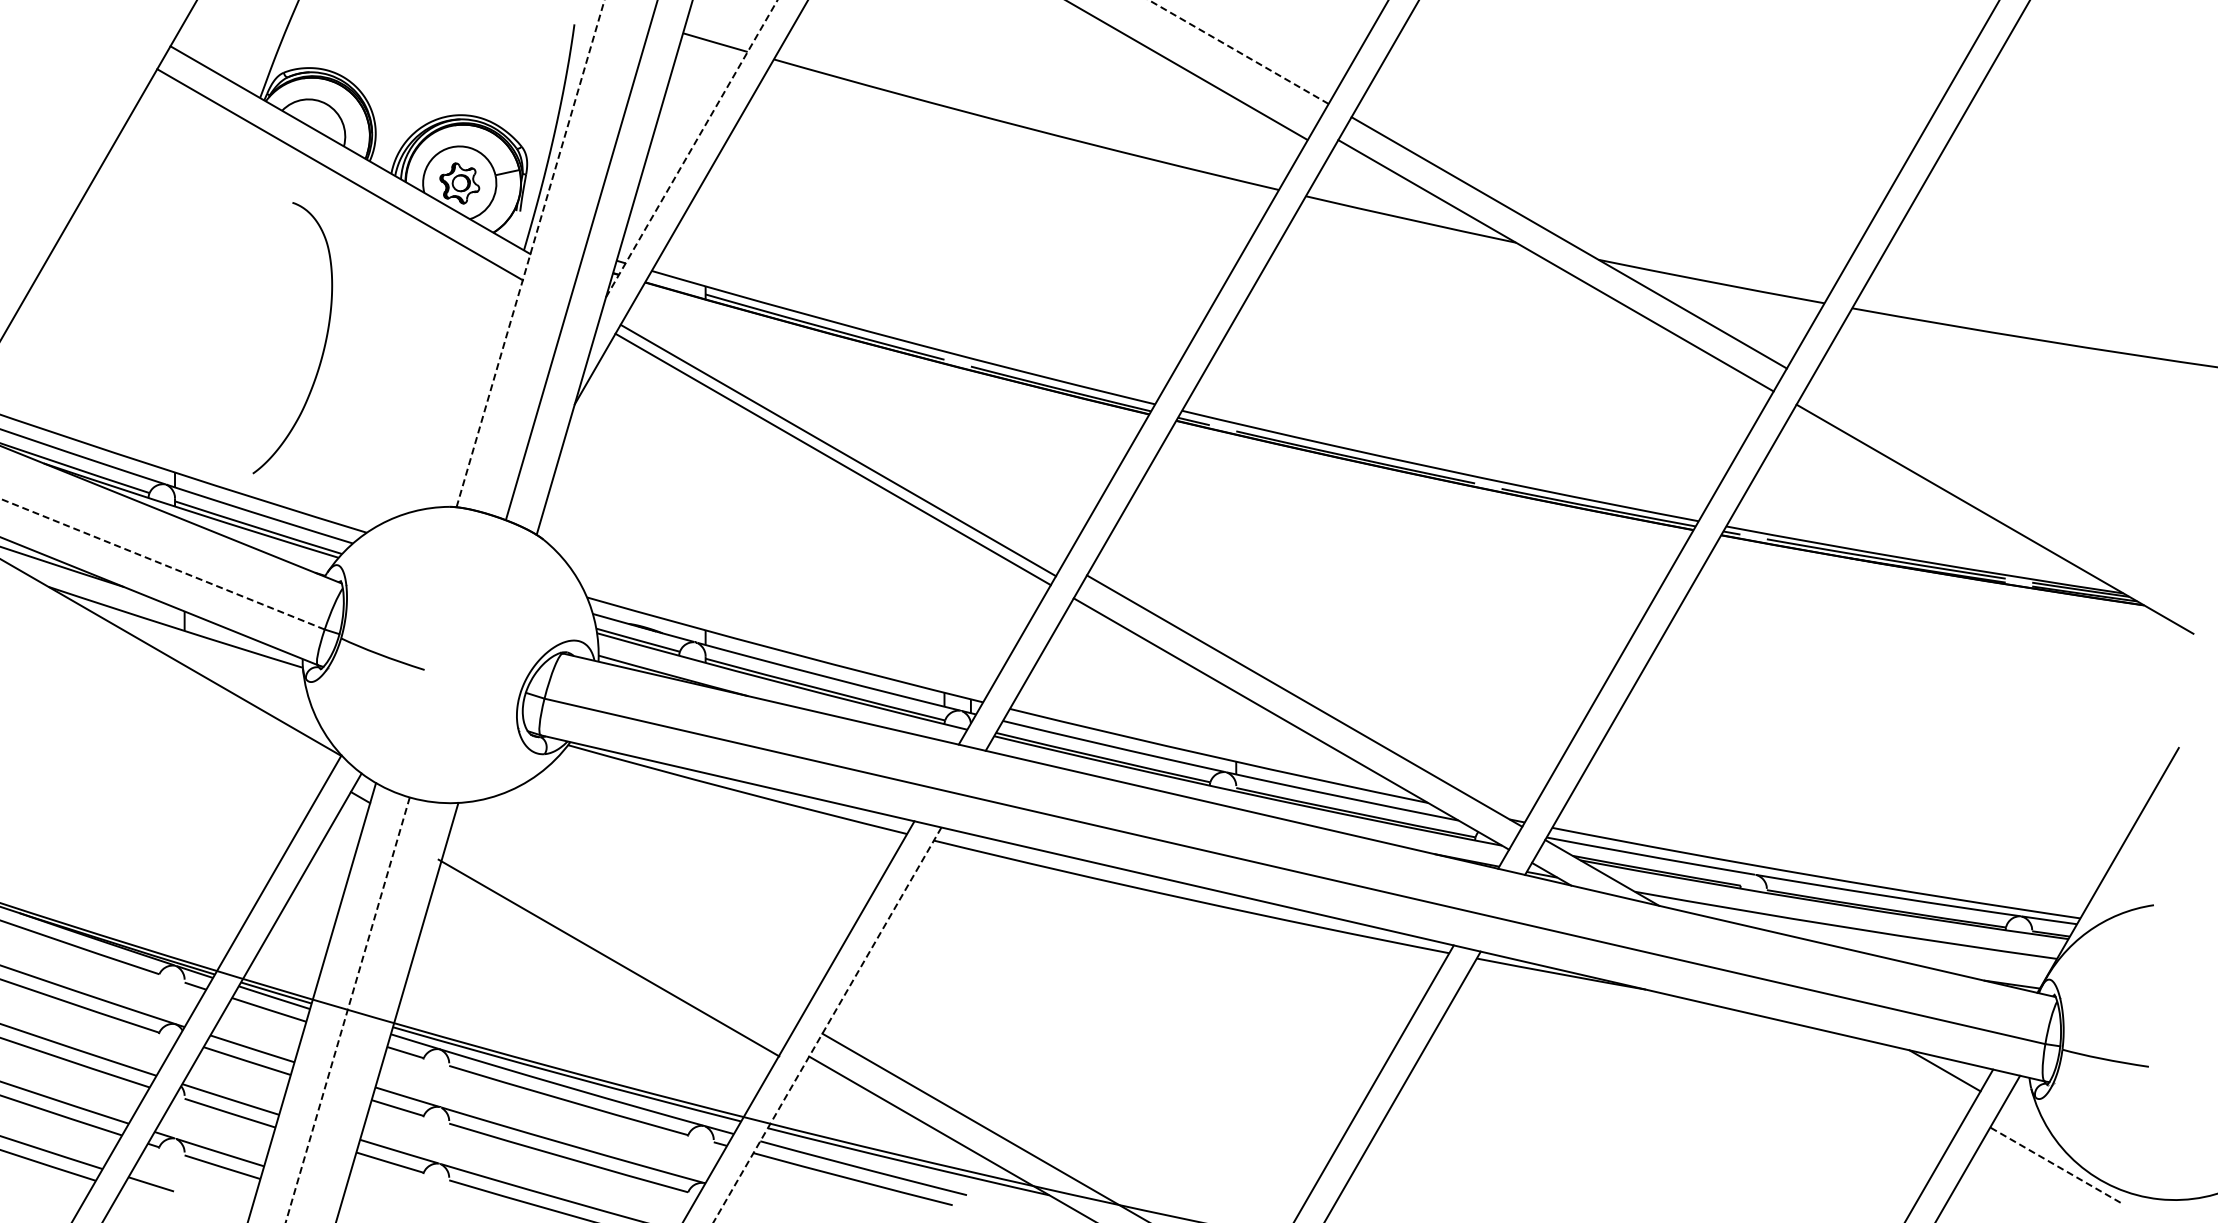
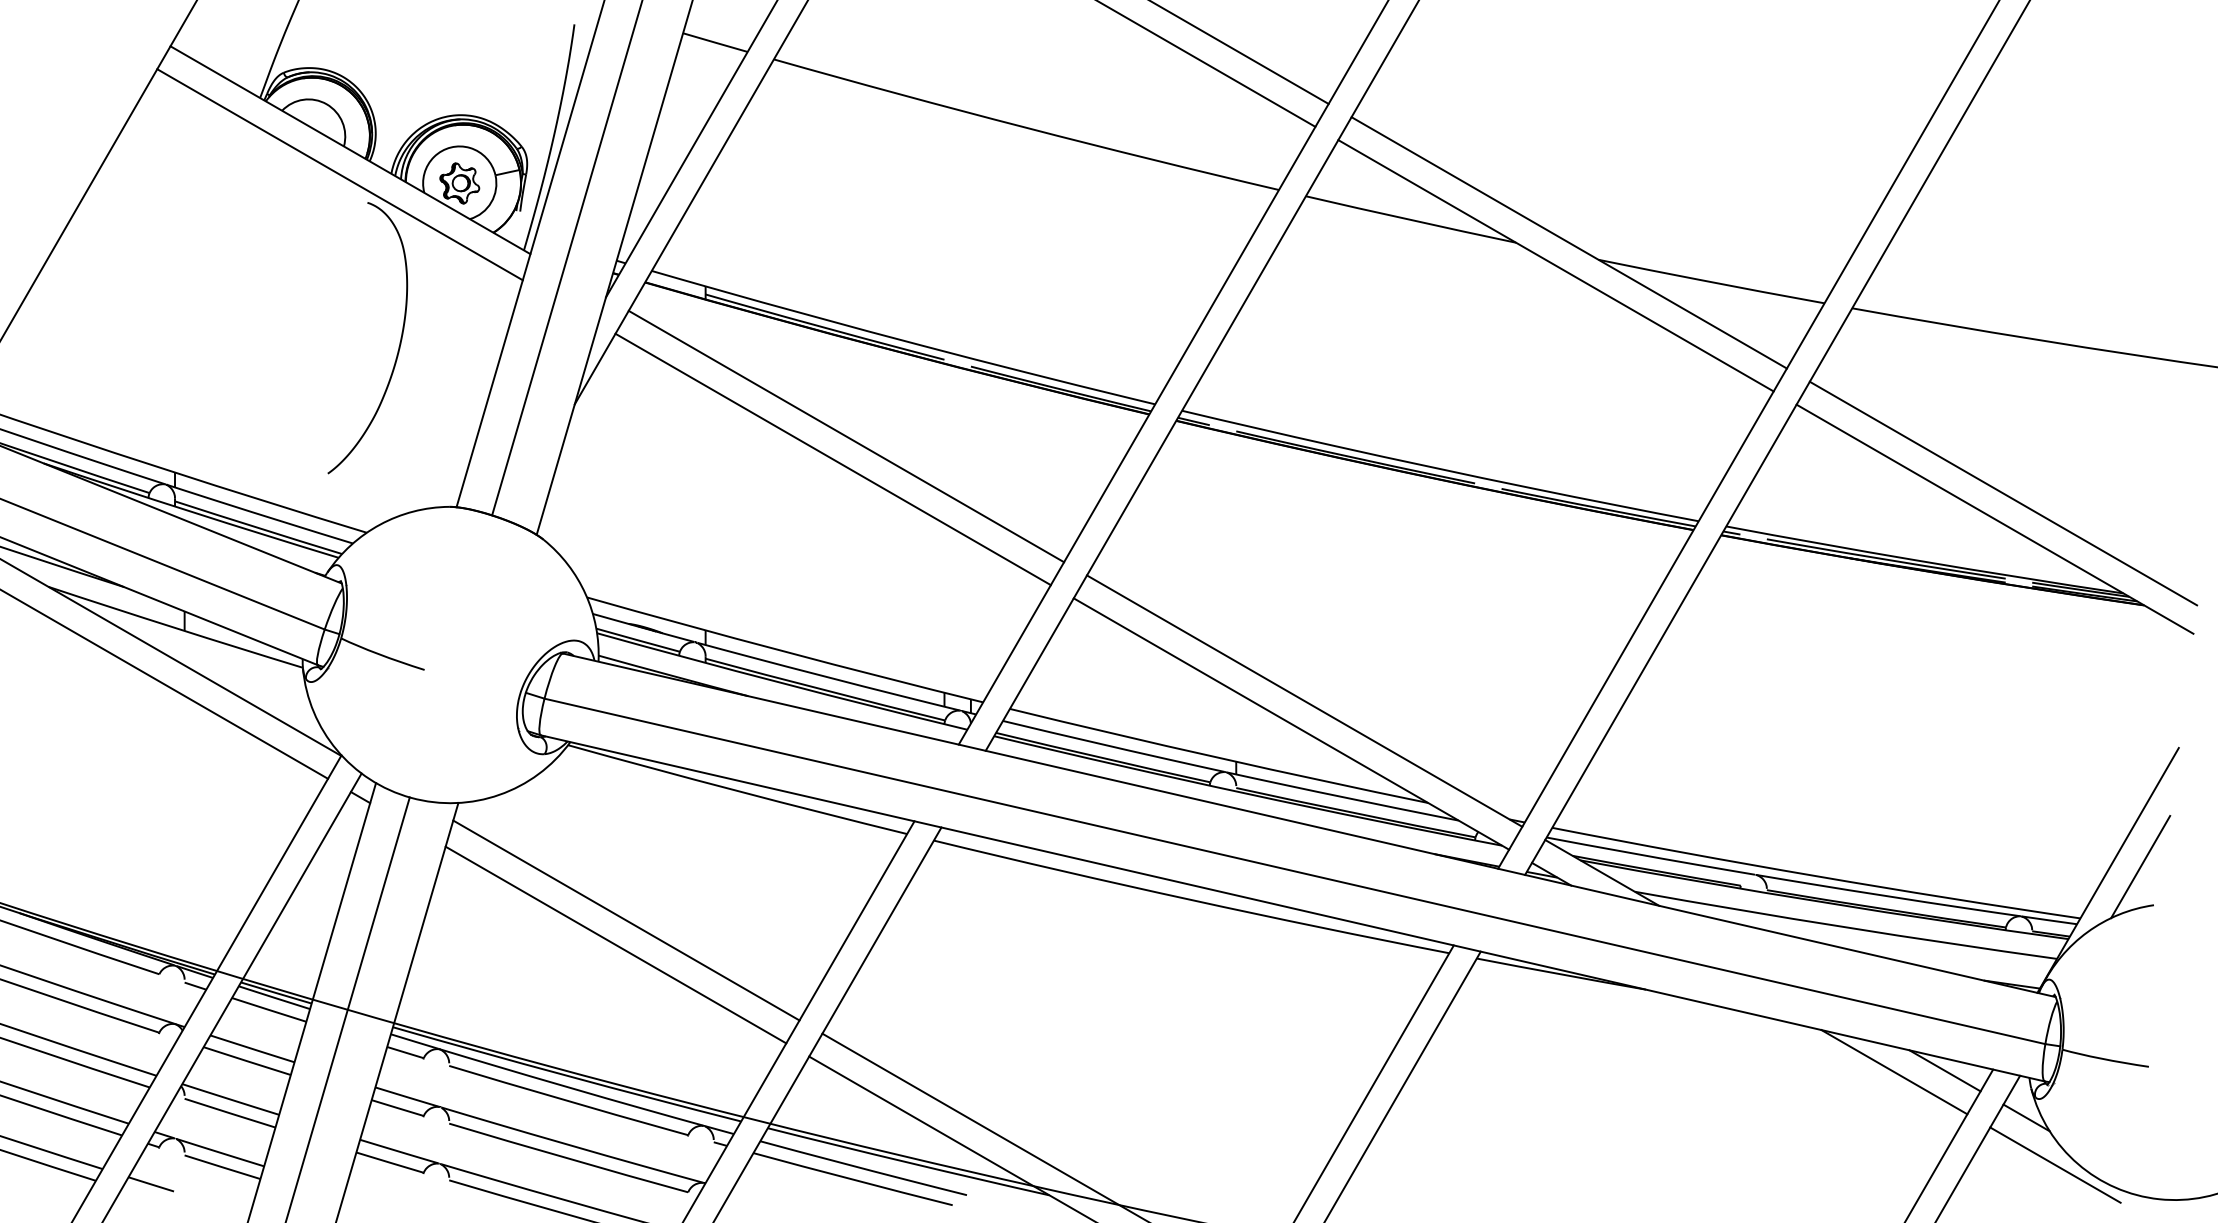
line at (1238, 52): dashed -> solid
line at (1187, 70) position: (1187, 70) -> (1207, 64)
line at (691, 148): dashed -> solid
line at (530, 253): dashed -> solid
line at (581, 260) position: (581, 260) -> (566, 258)
curve at (323, 346) position: (323, 346) -> (398, 346)
line at (838, 450) position: (838, 450) -> (846, 436)
line at (2003, 493): none -> present
line at (162, 564): dashed -> solid
line at (165, 684): none -> present
line at (2140, 866): none -> present
line at (626, 920): none -> present
line at (608, 957) position: (608, 957) -> (615, 944)
line at (347, 1010): dashed -> solid
line at (827, 1024): dashed -> solid
line at (1894, 1072): none -> present
line at (2026, 1117): none -> present
line at (2055, 1164): dashed -> solid
